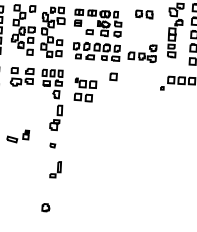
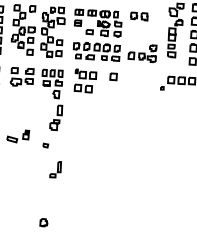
part at (144, 14) position: (144, 14) -> (139, 16)
part at (85, 89) position: (85, 89) -> (85, 80)
part at (52, 145) position: (52, 145) -> (45, 145)
part at (45, 207) position: (45, 207) -> (43, 222)
